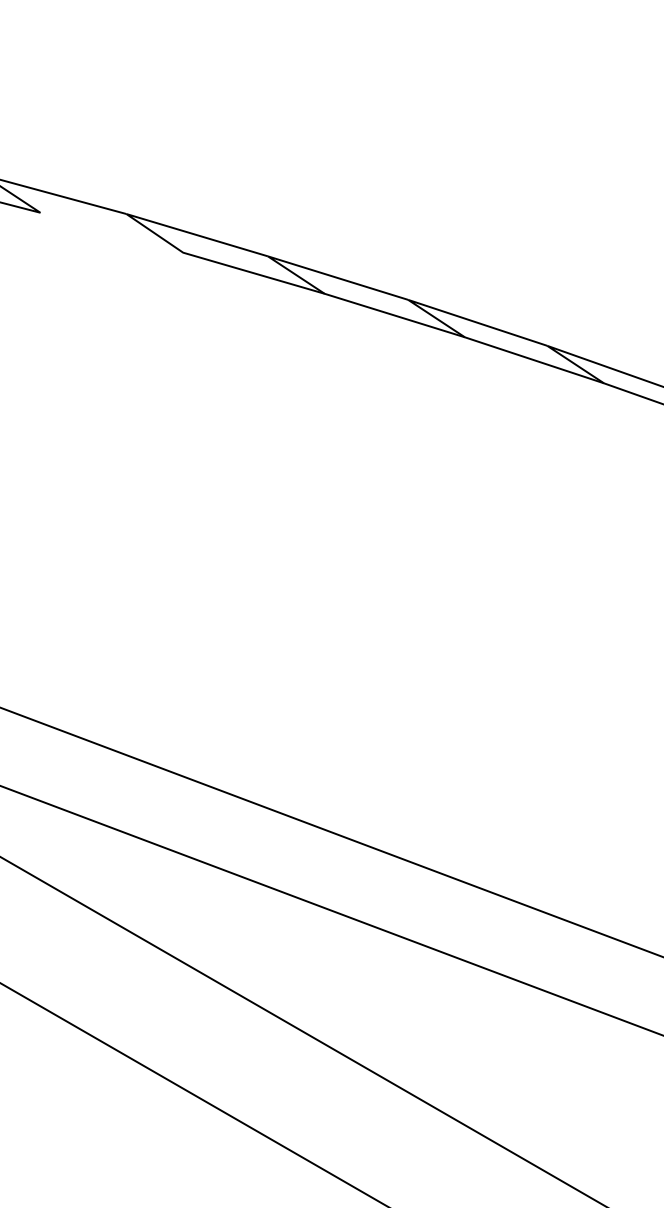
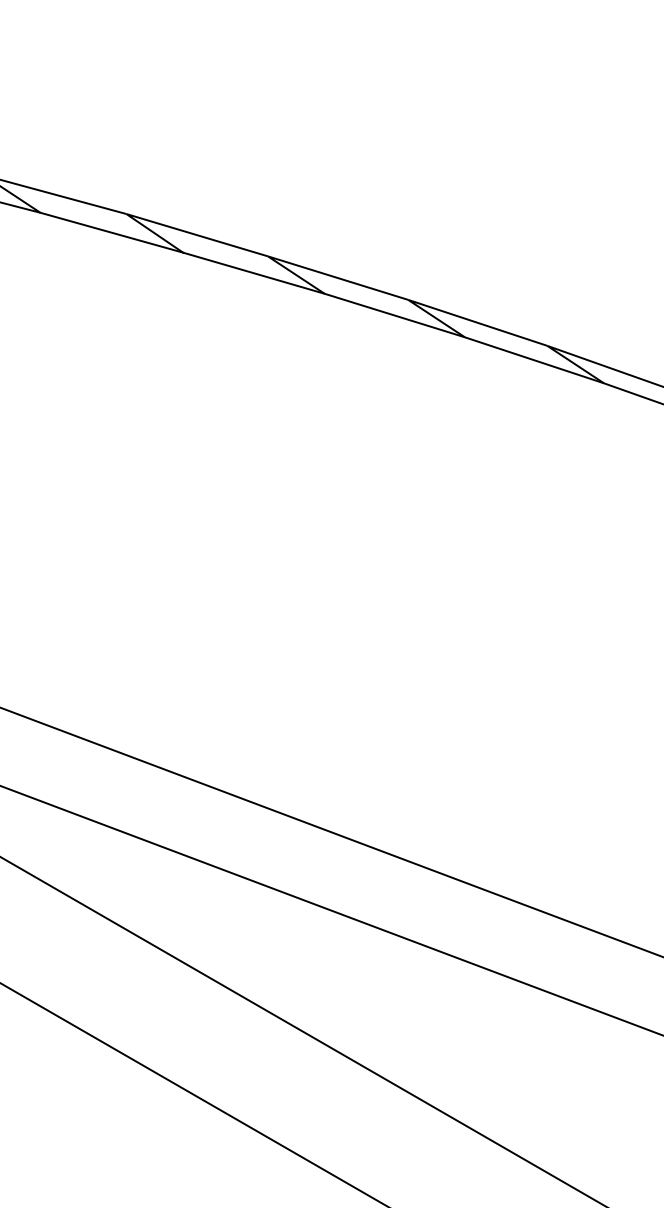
line at (111, 232): none -> present
